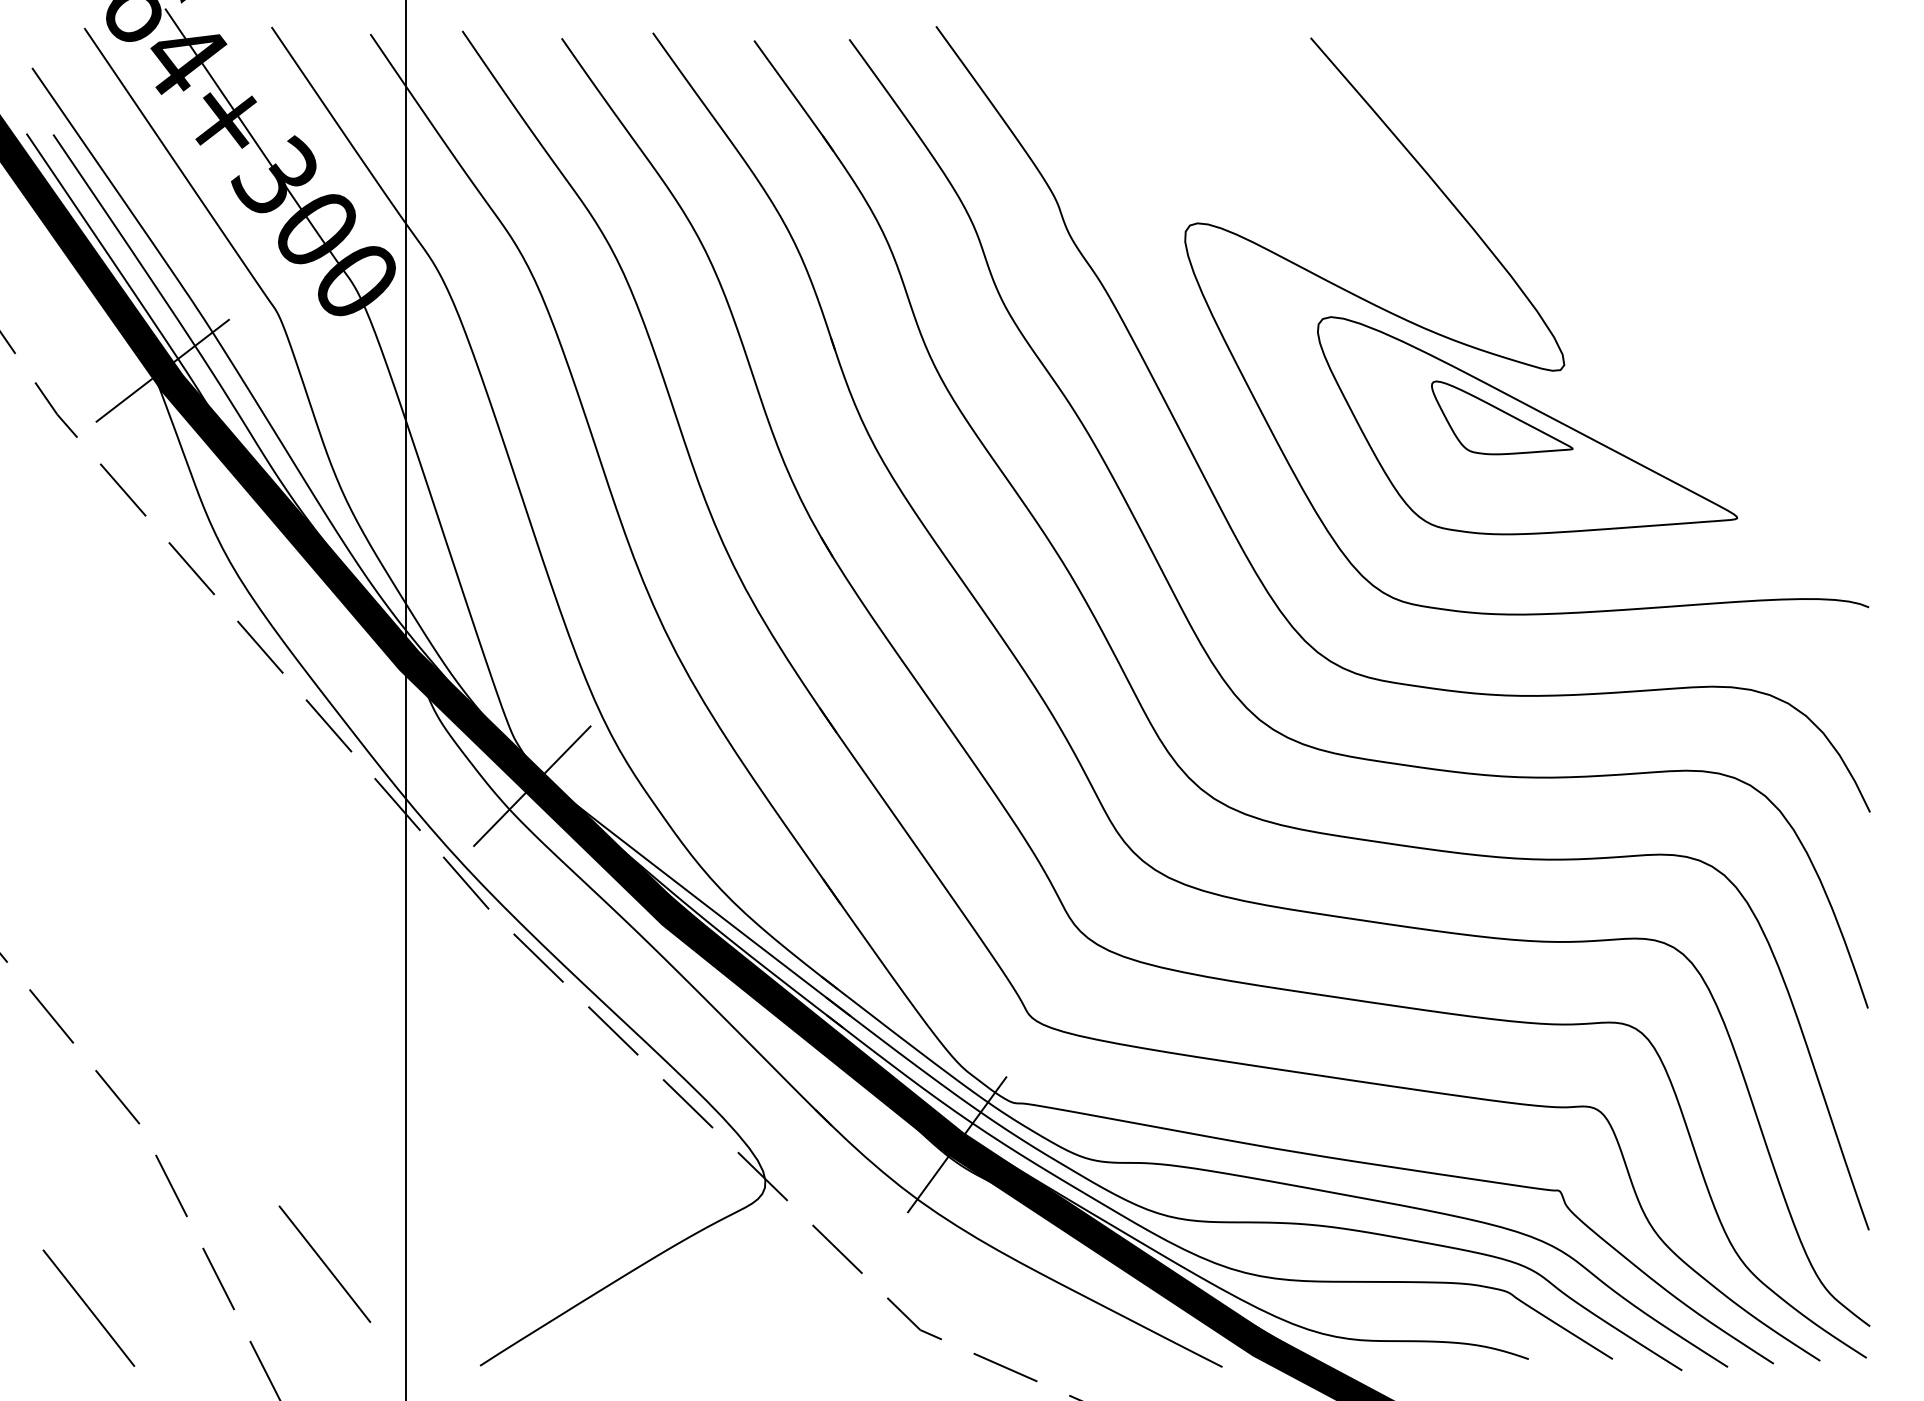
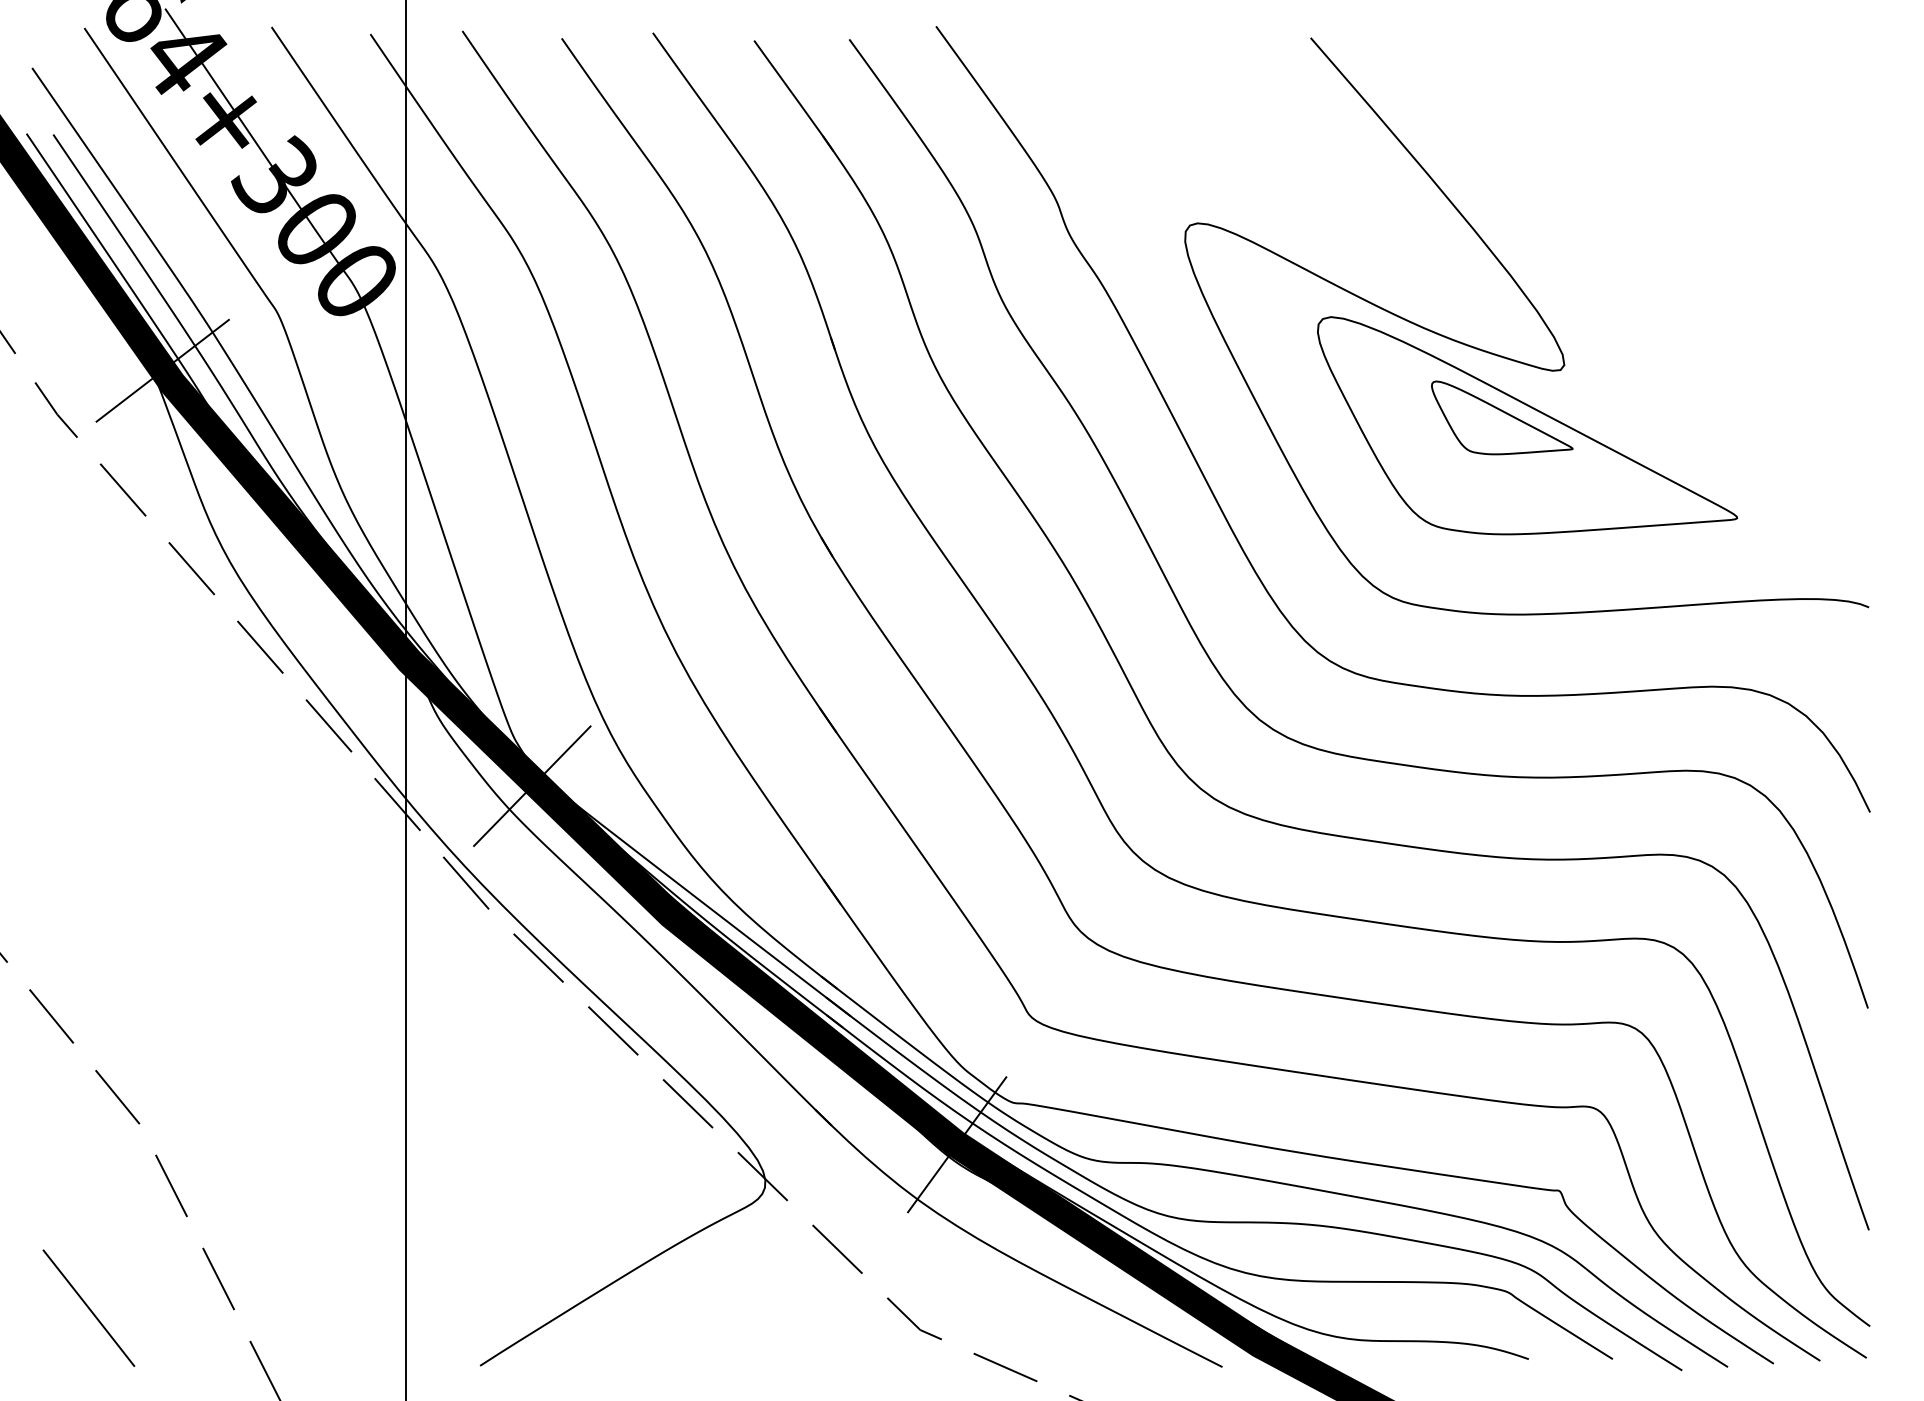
line at (324, 1263): present -> none
